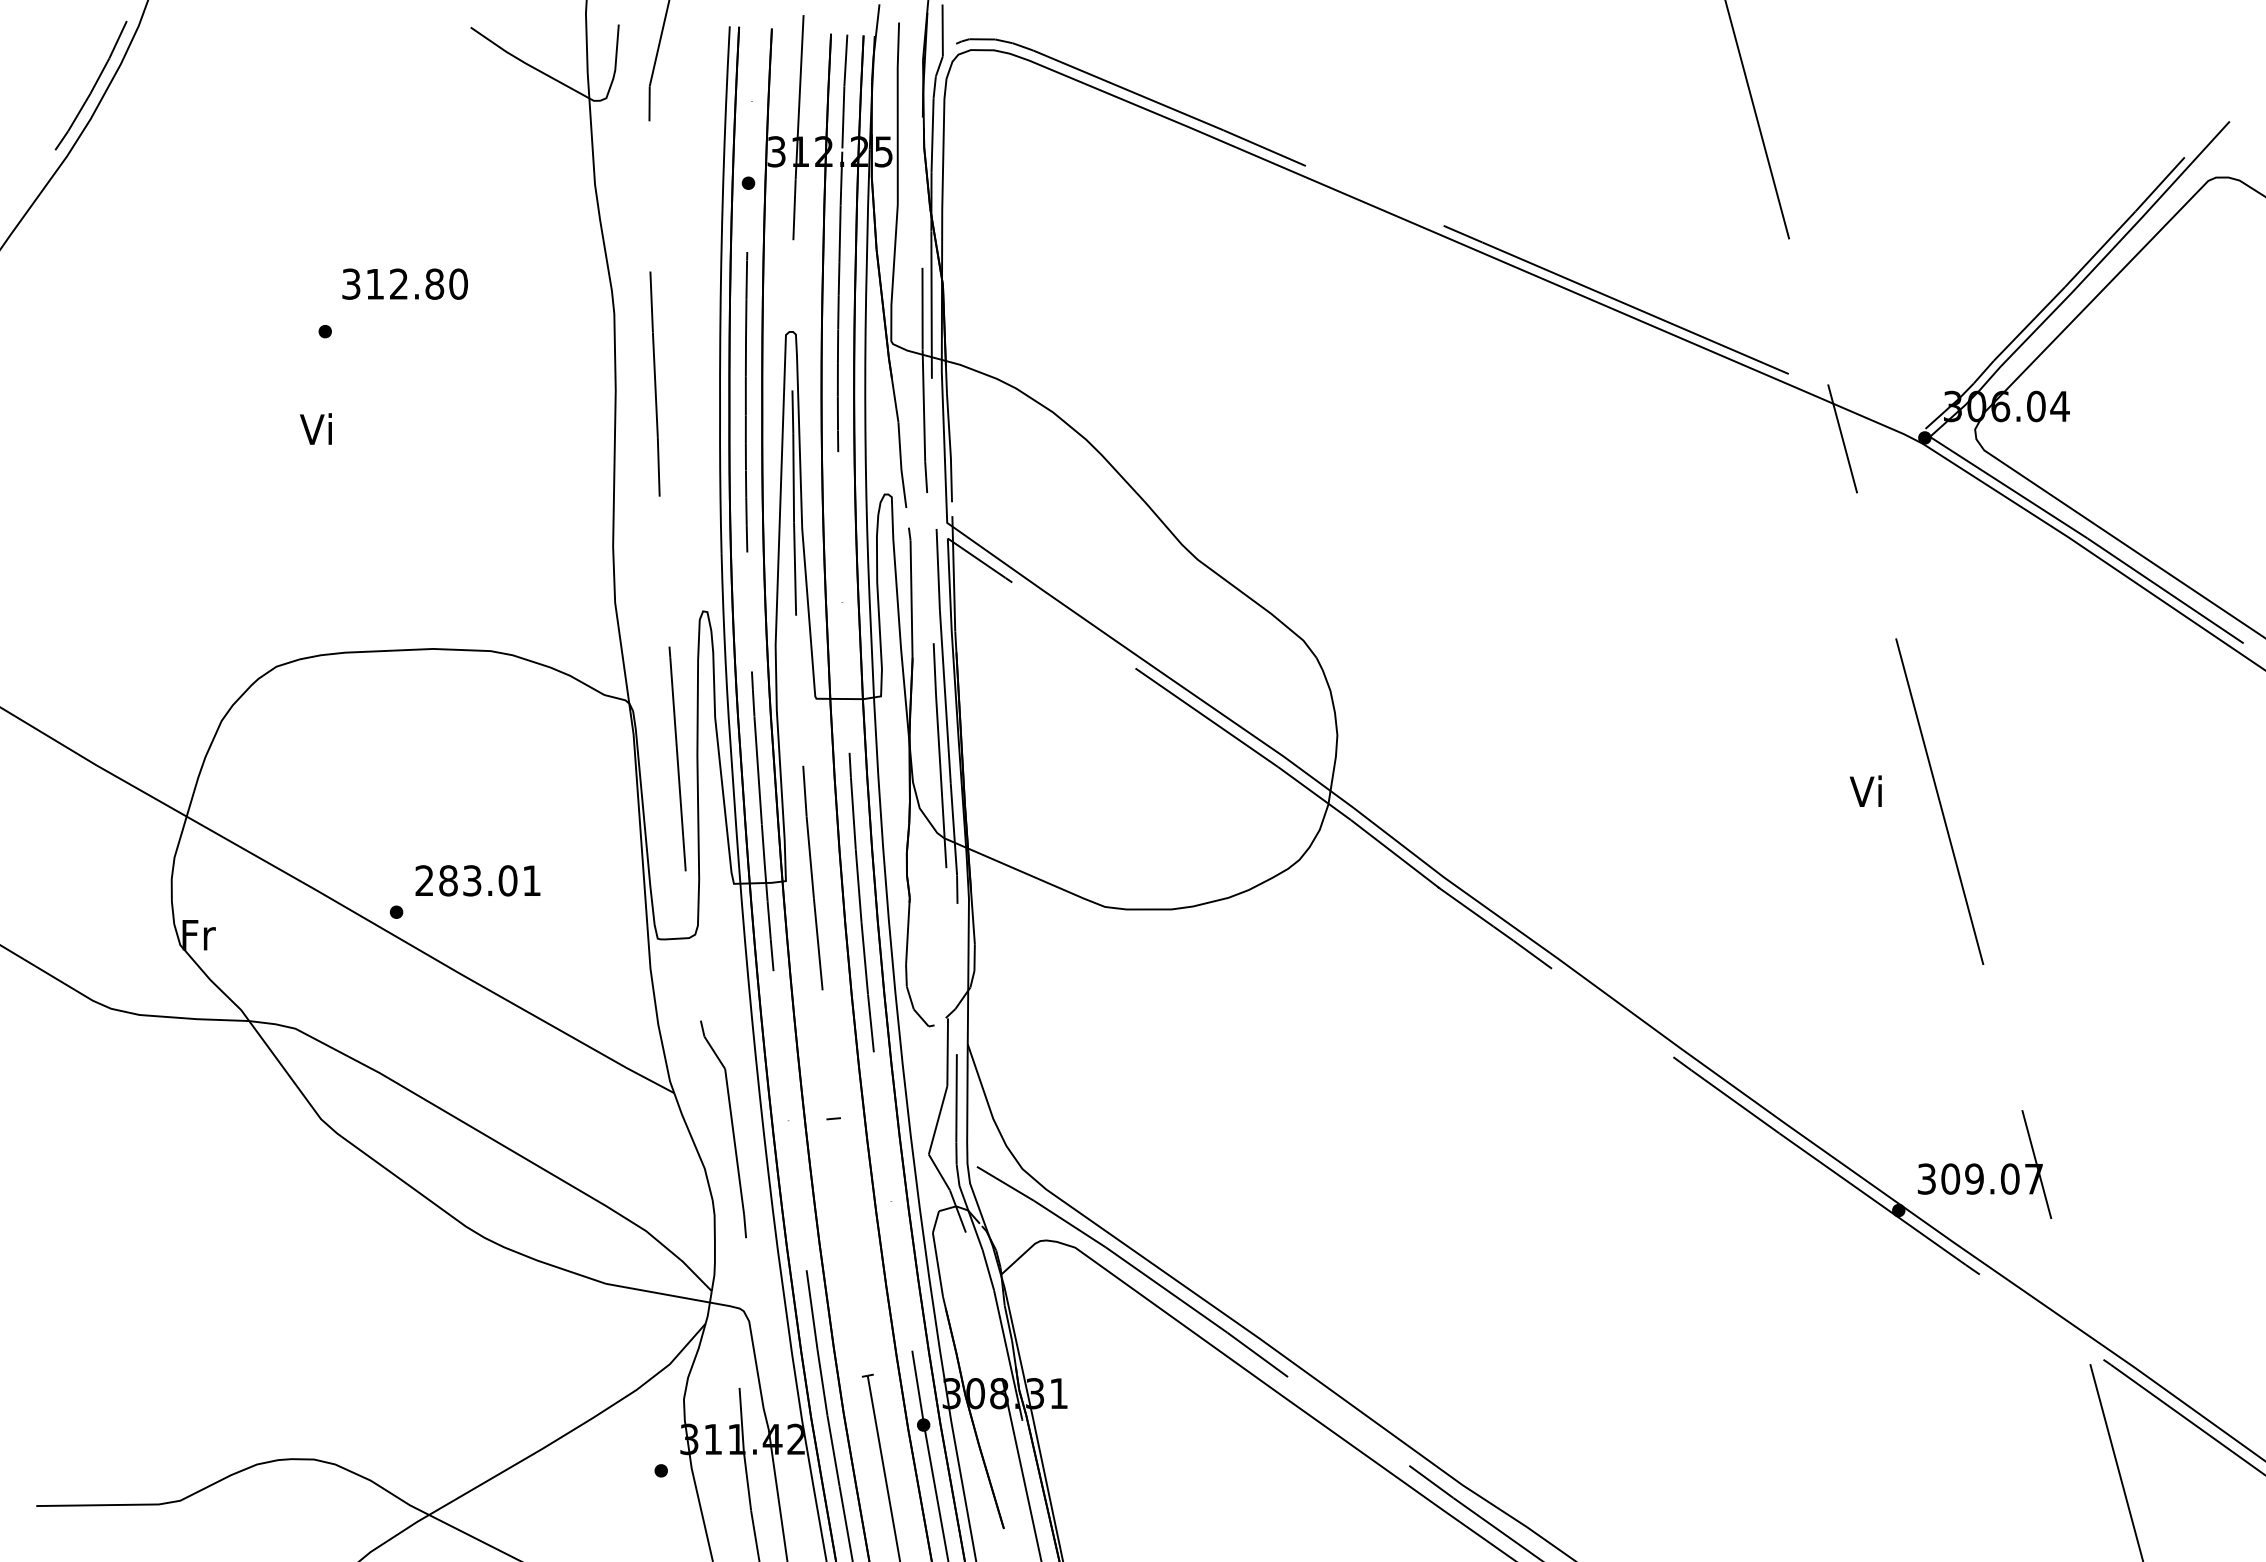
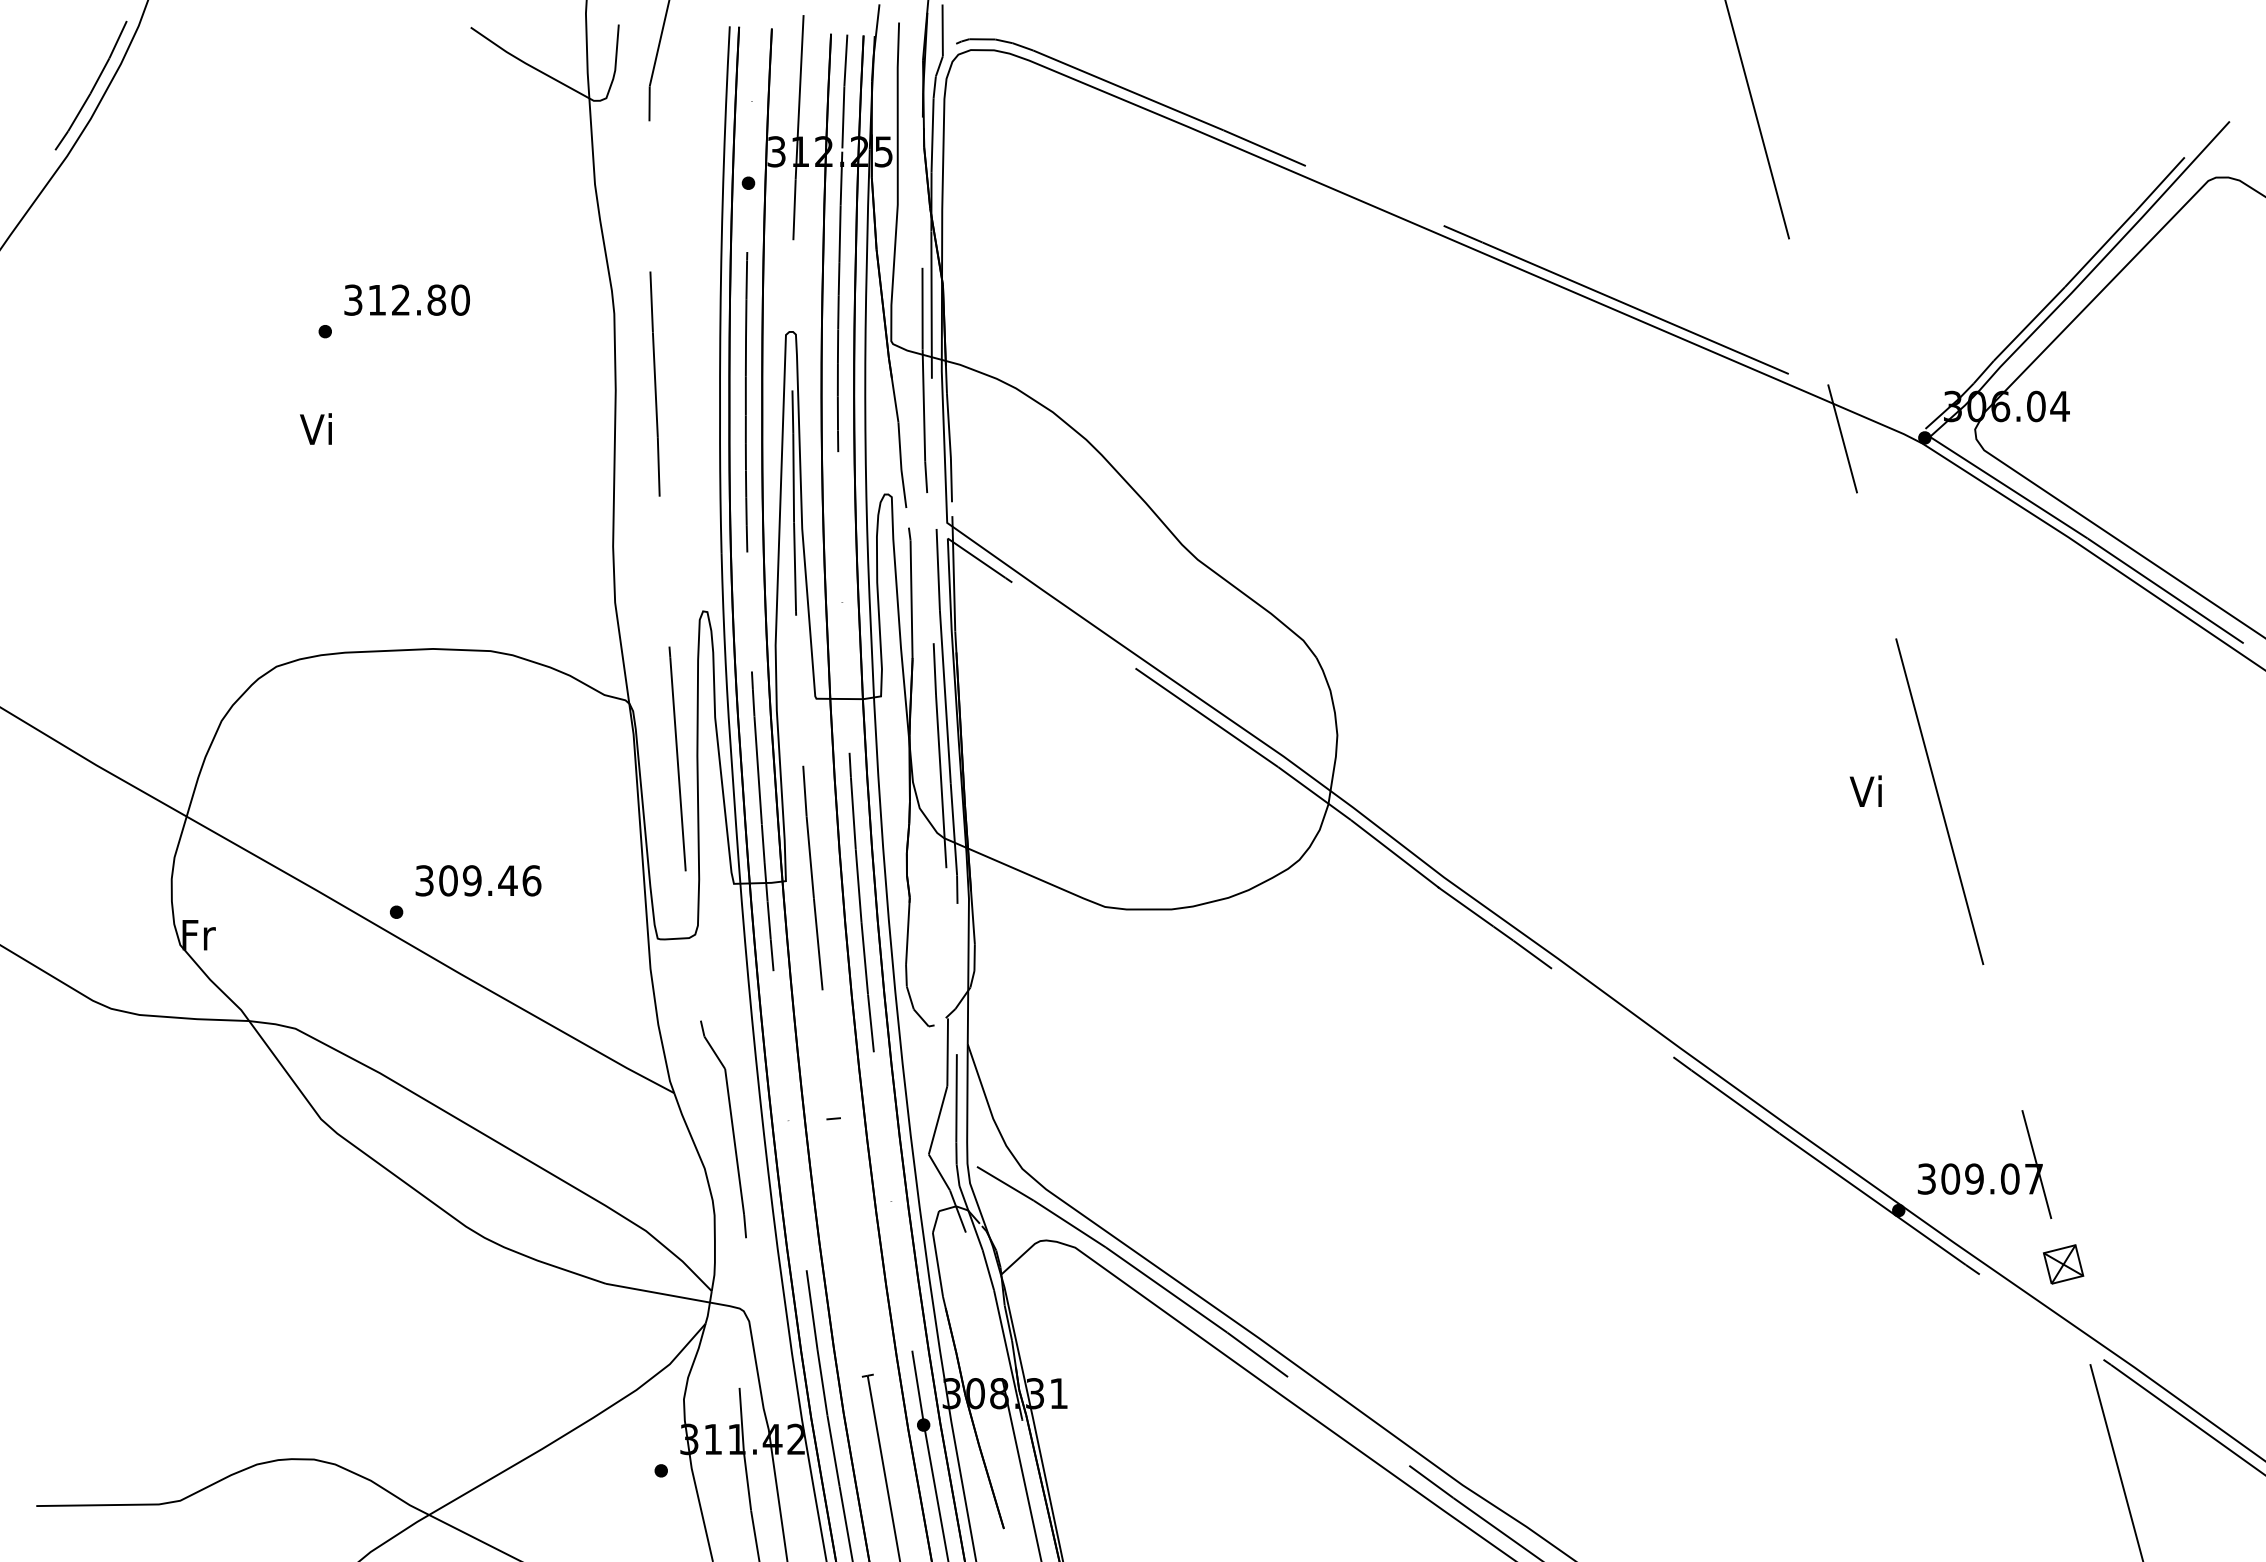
text at (404, 283) position: (404, 283) -> (406, 299)
text at (478, 880): 283.01 -> 309.46
part at (2063, 1264): none -> present
